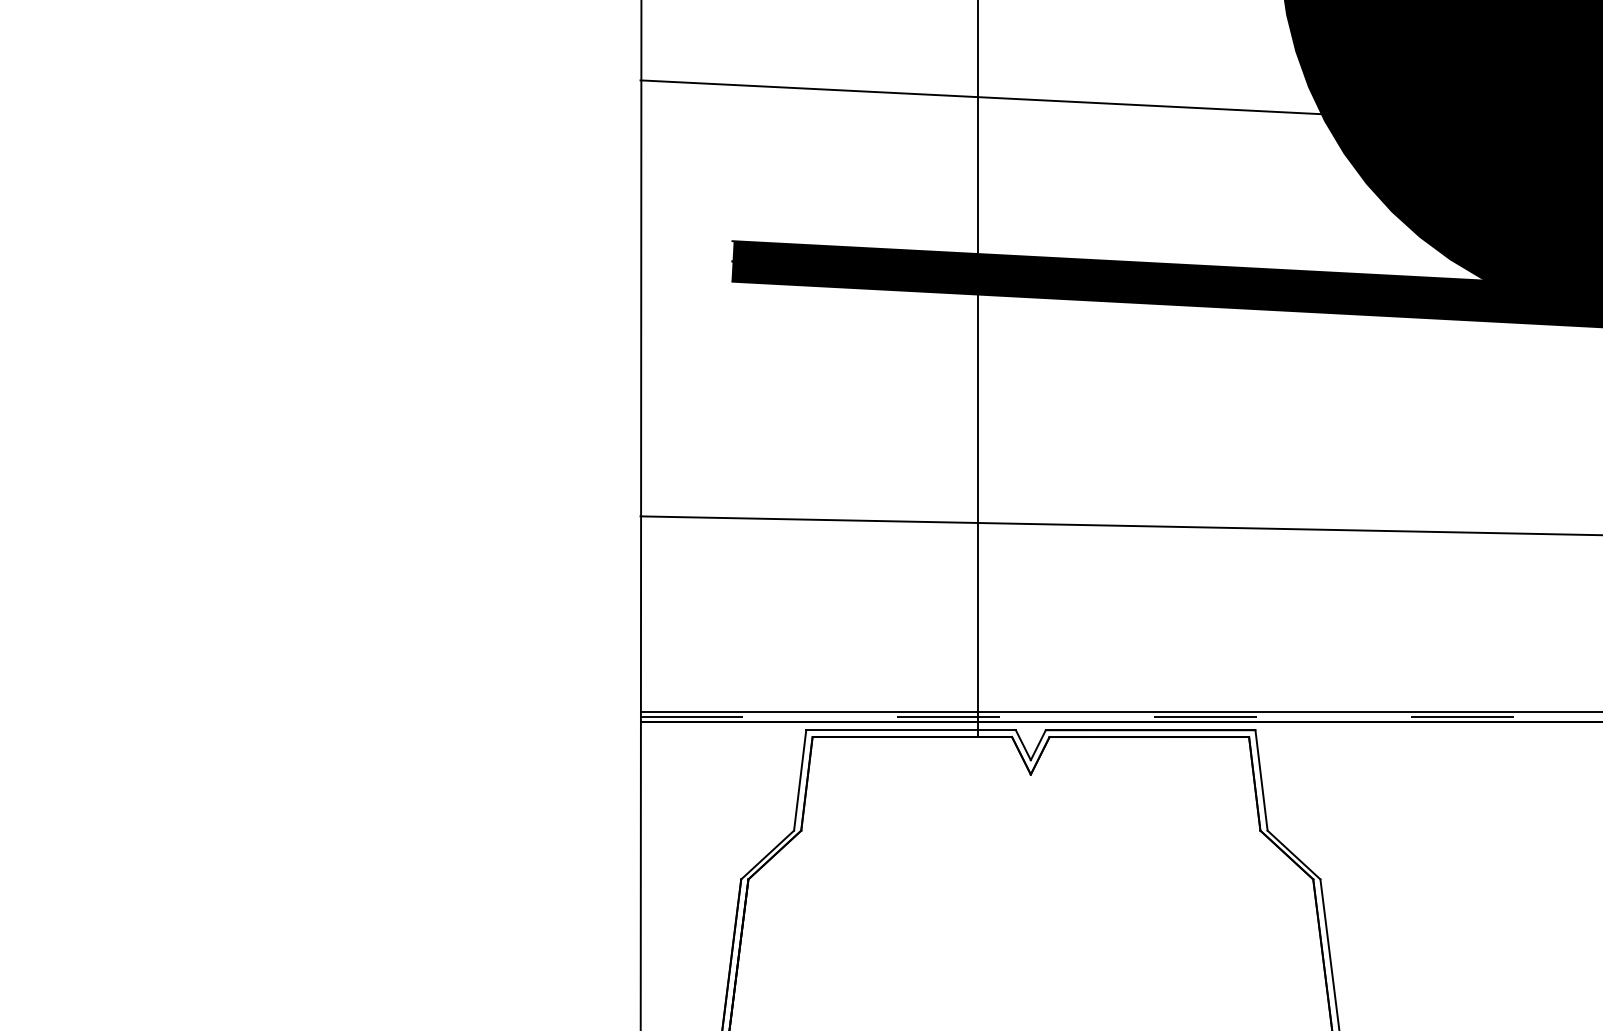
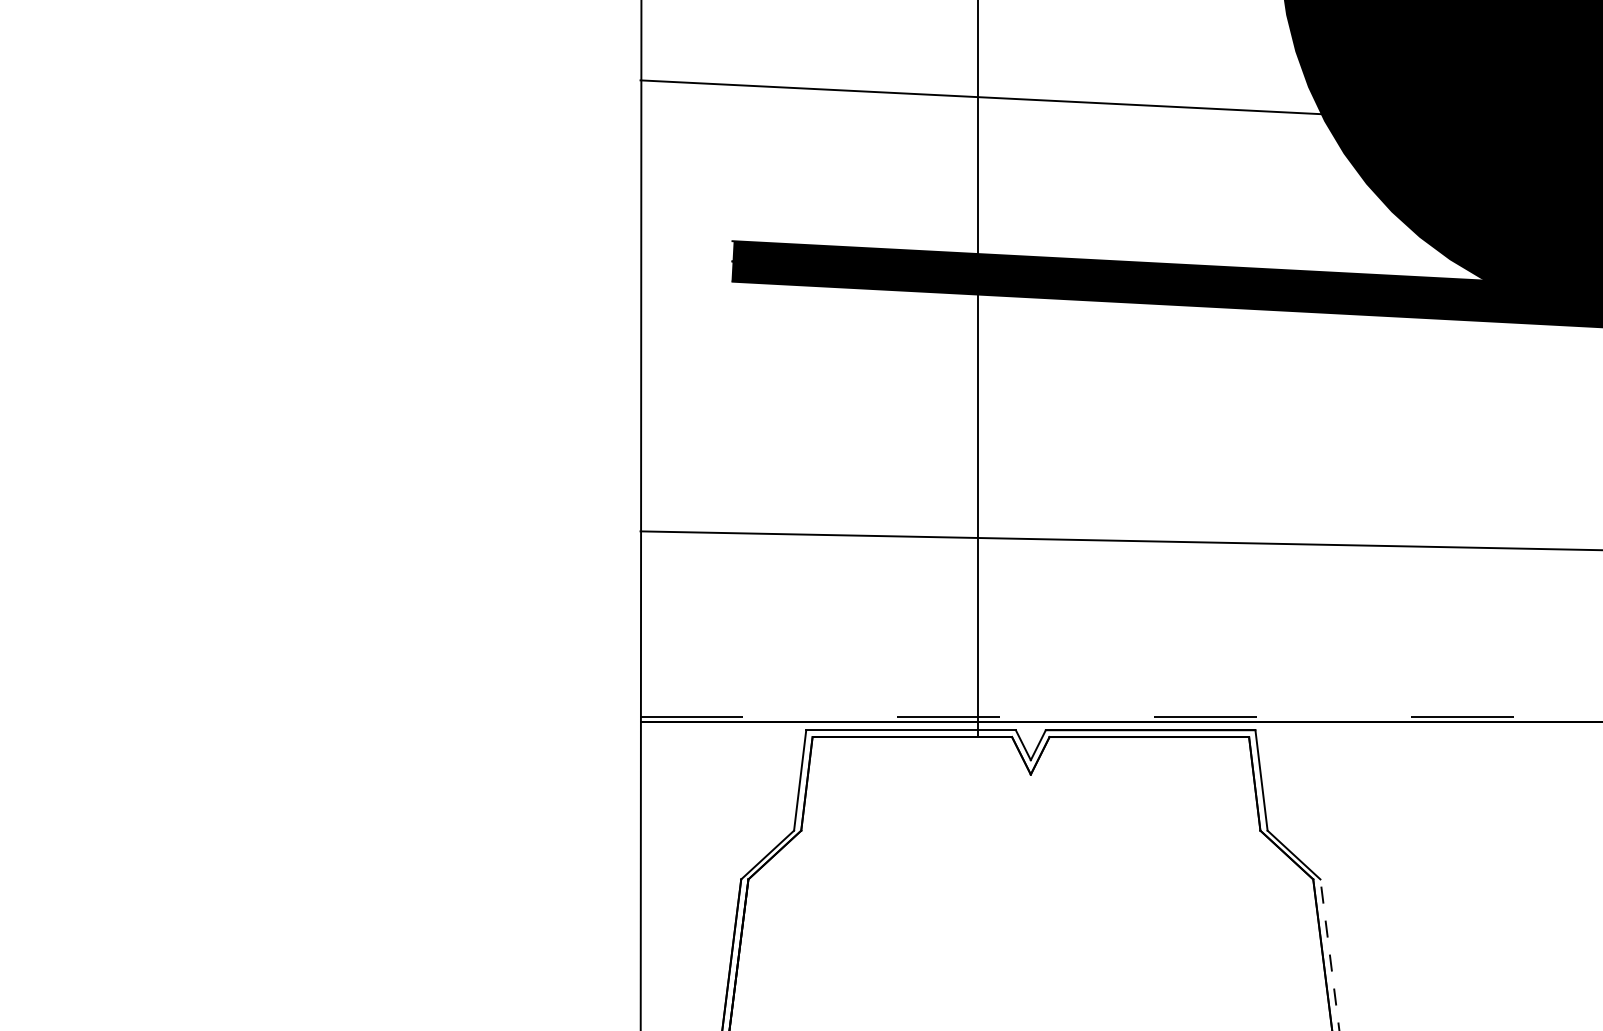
line at (1119, 525) position: (1119, 525) -> (1119, 540)
line at (1119, 712): present -> none
line at (1329, 954): solid -> dashed
